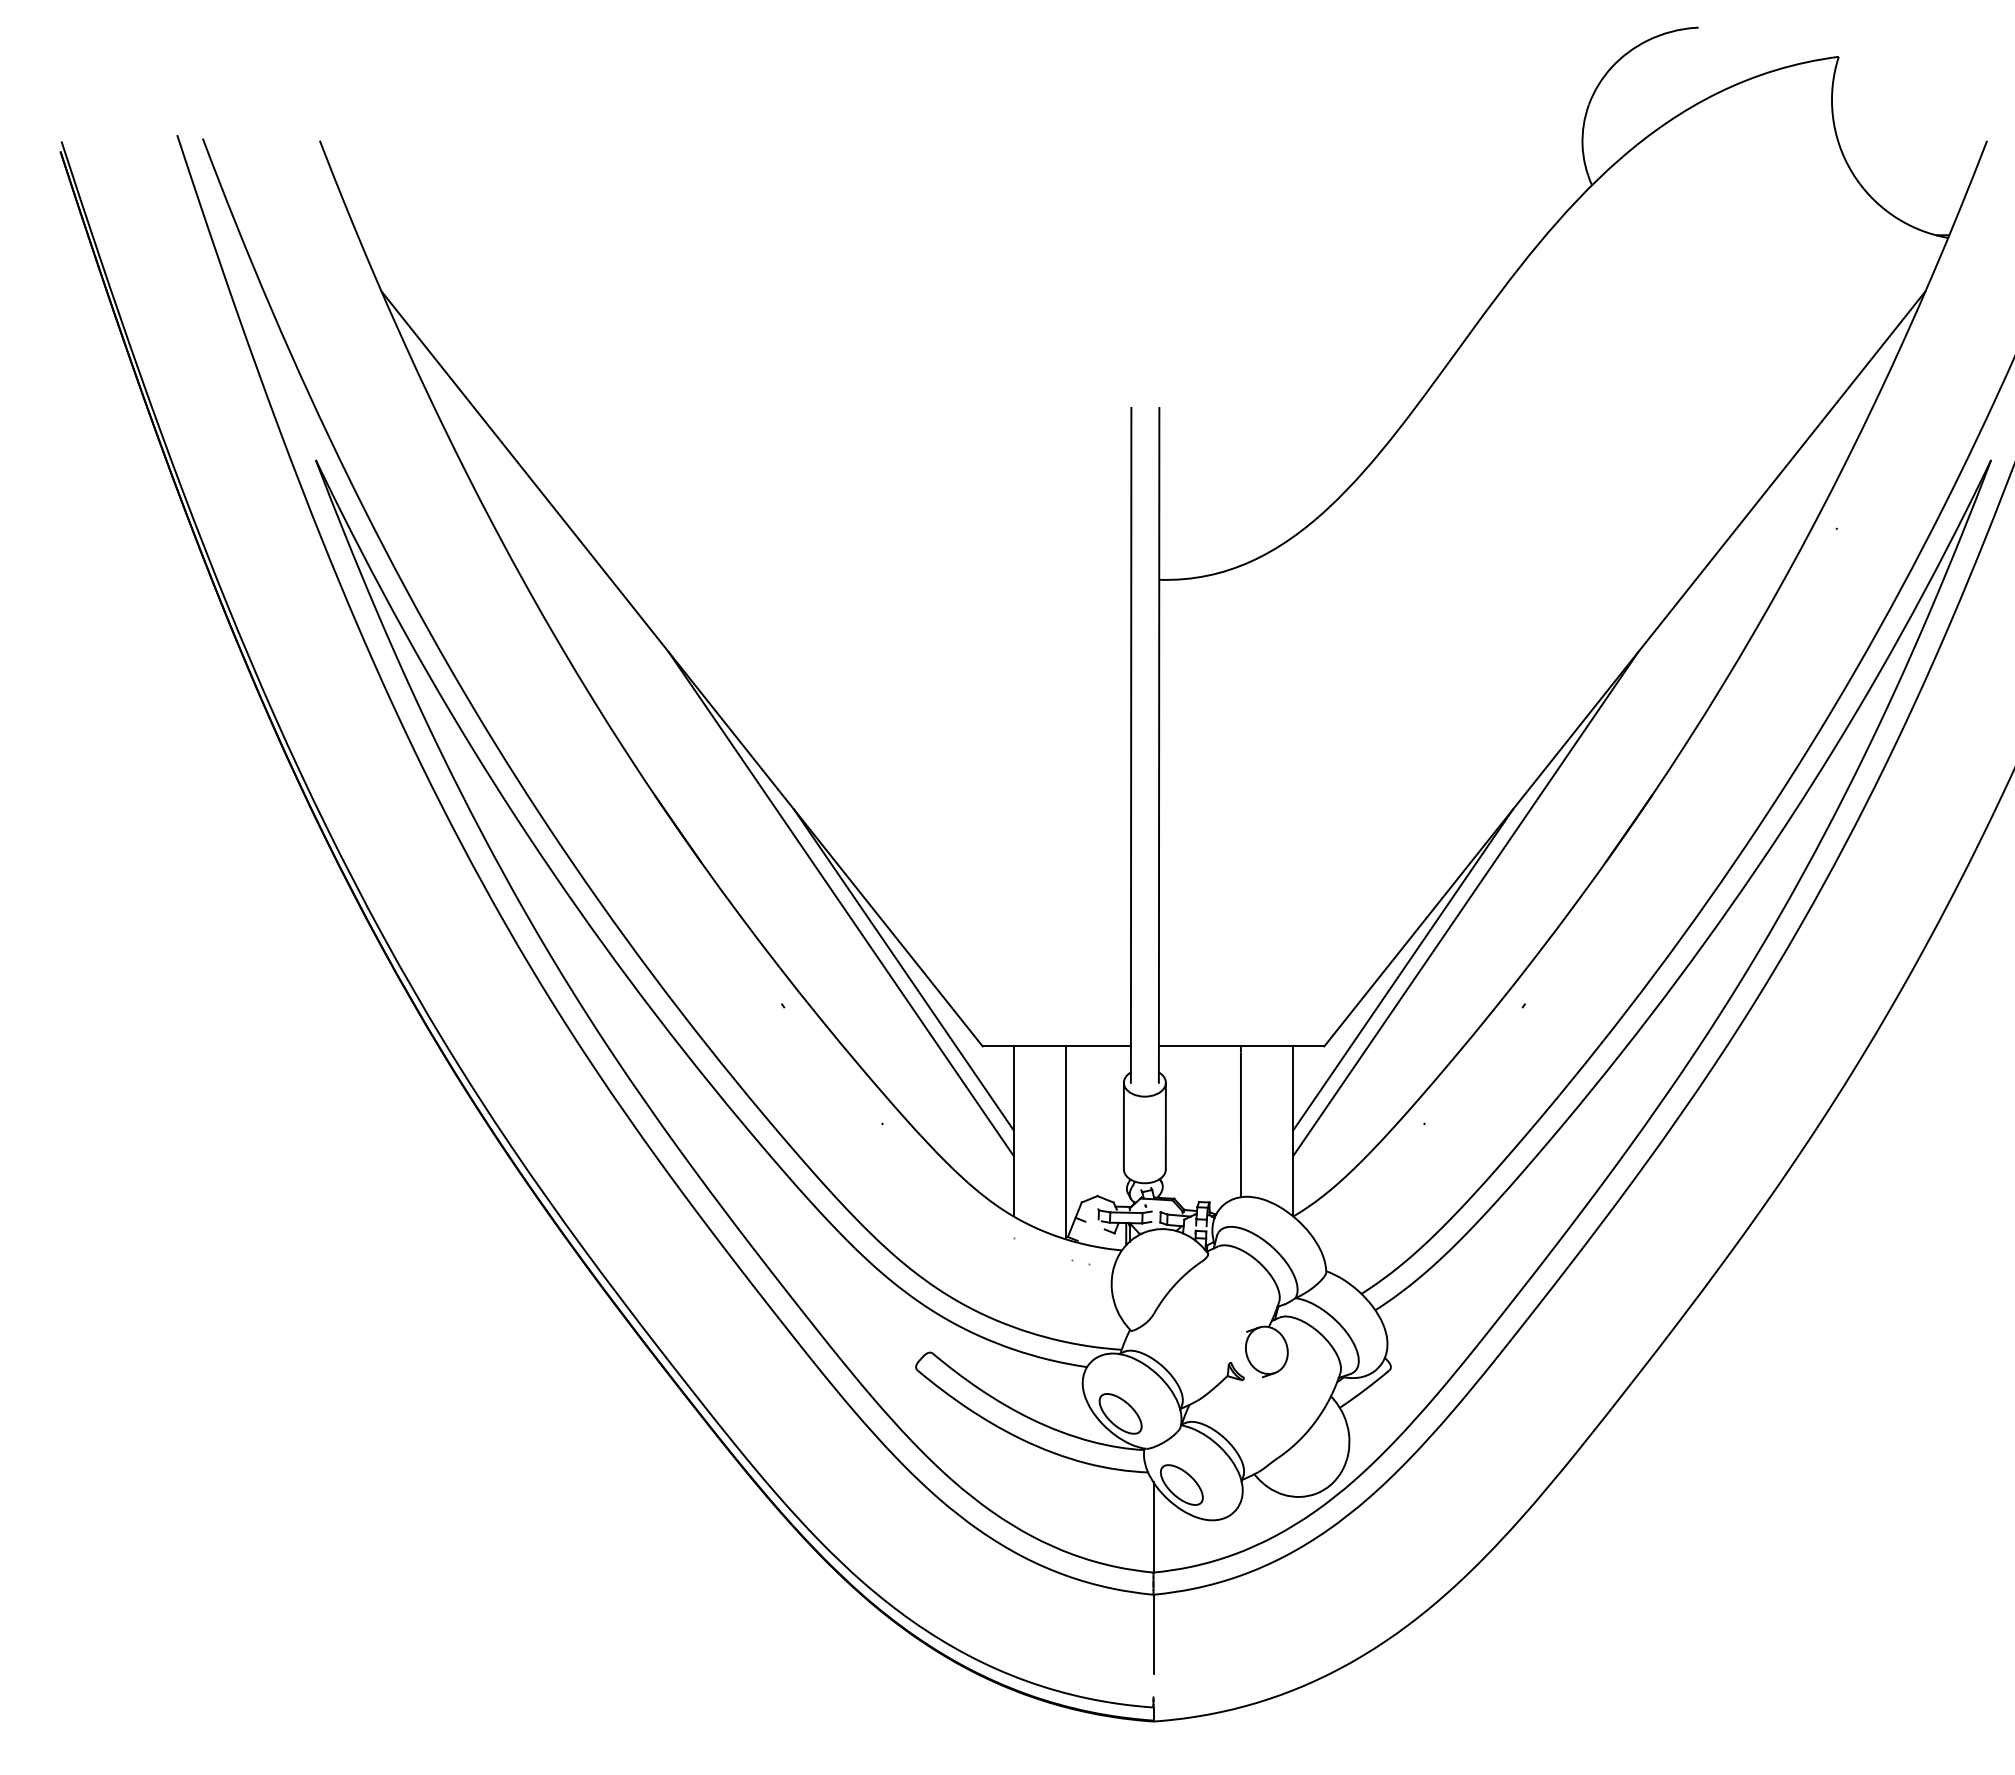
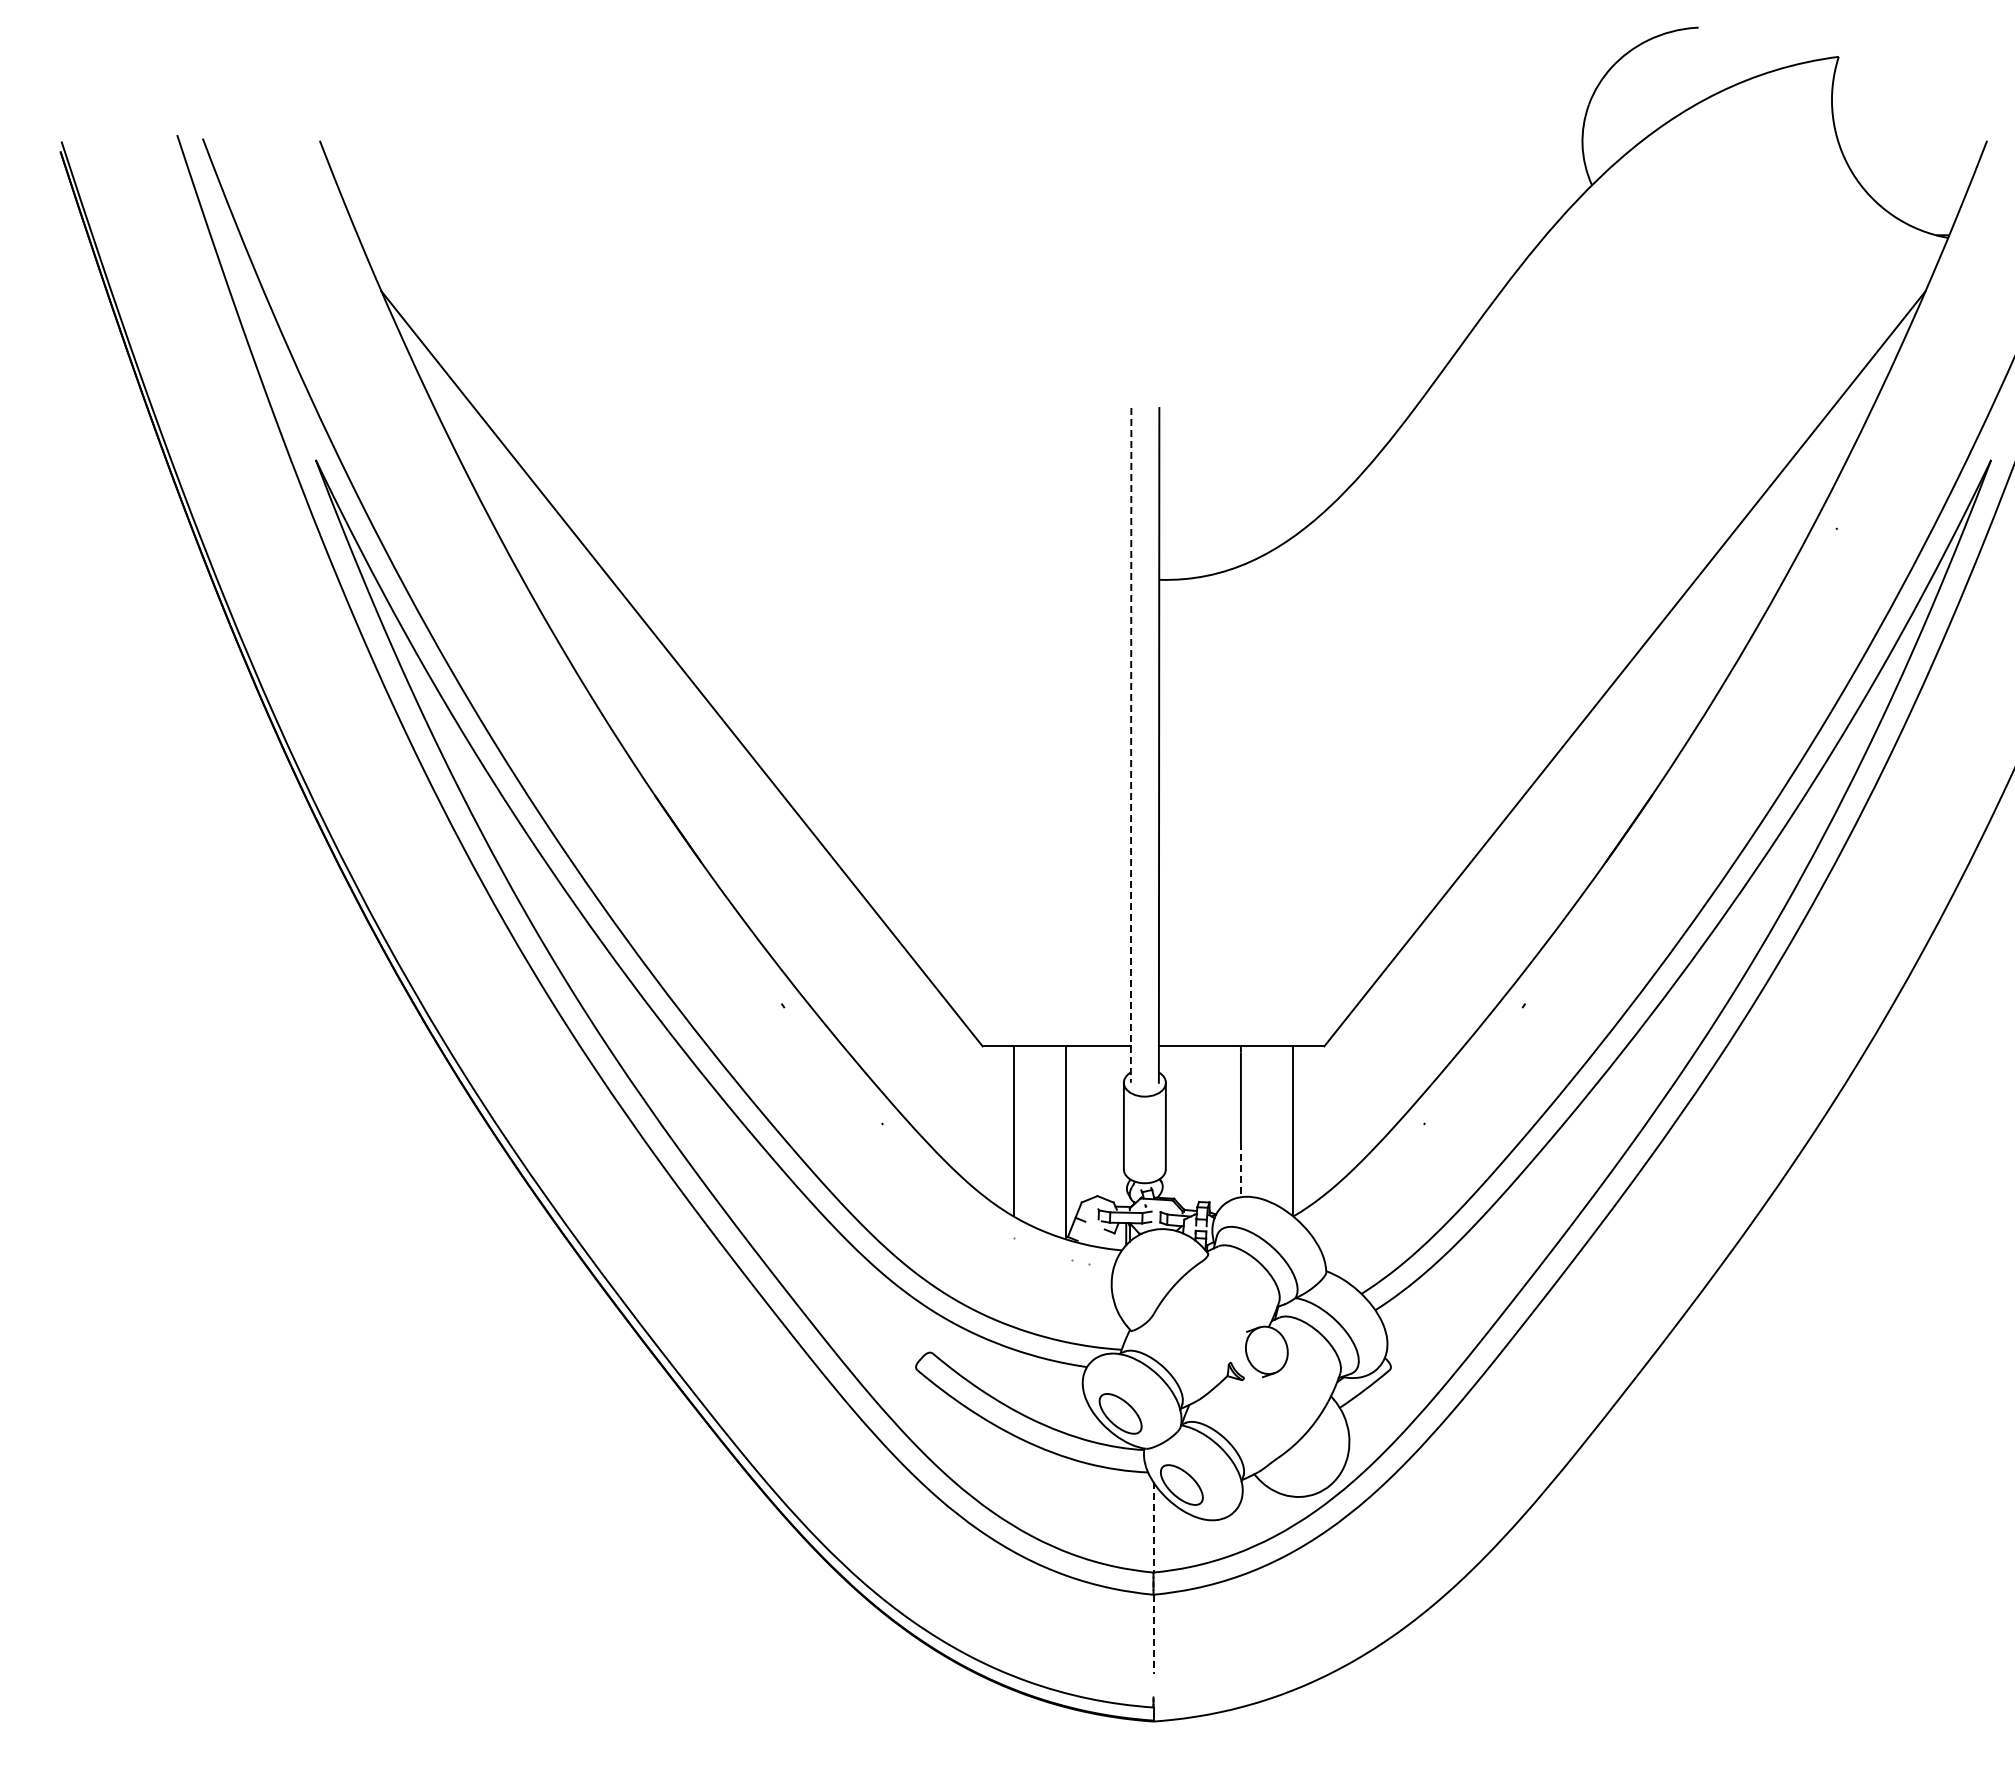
line at (1131, 745): solid -> dashed
line at (840, 903): present -> none
line at (1465, 903): present -> none
line at (903, 969): present -> none
line at (1403, 969): present -> none
line at (1240, 1170): solid -> dashed
line at (1153, 1527): solid -> dashed
line at (1153, 1634): solid -> dashed
